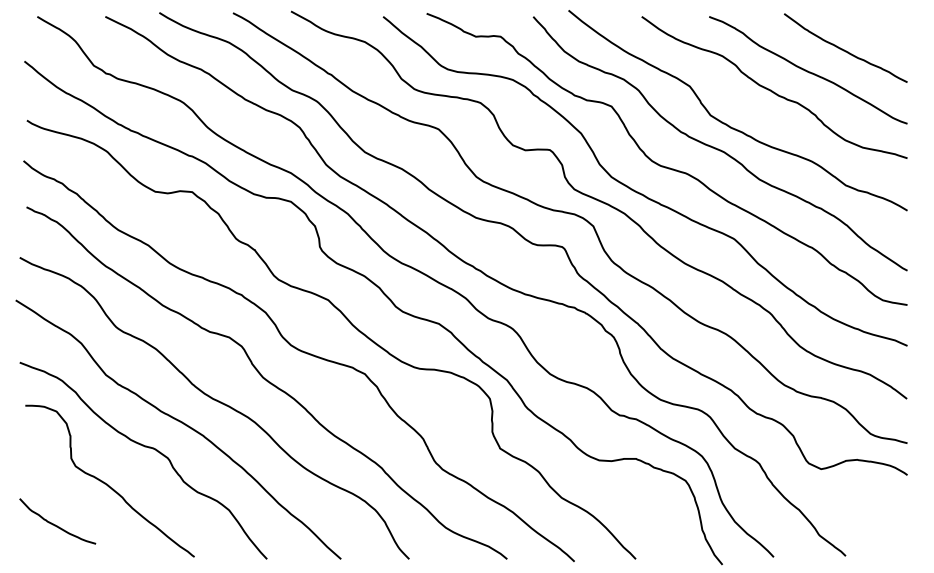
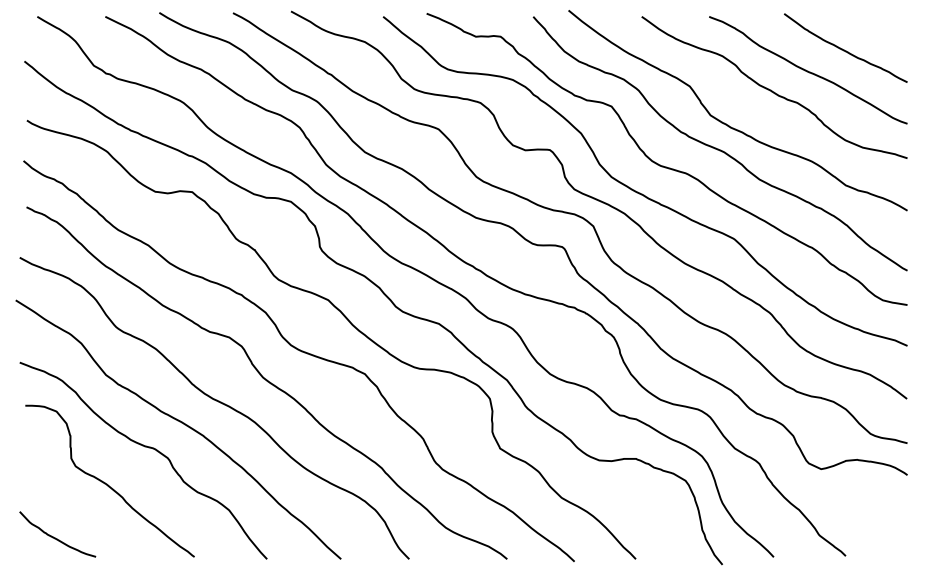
curve at (55, 524) position: (55, 524) -> (55, 537)
